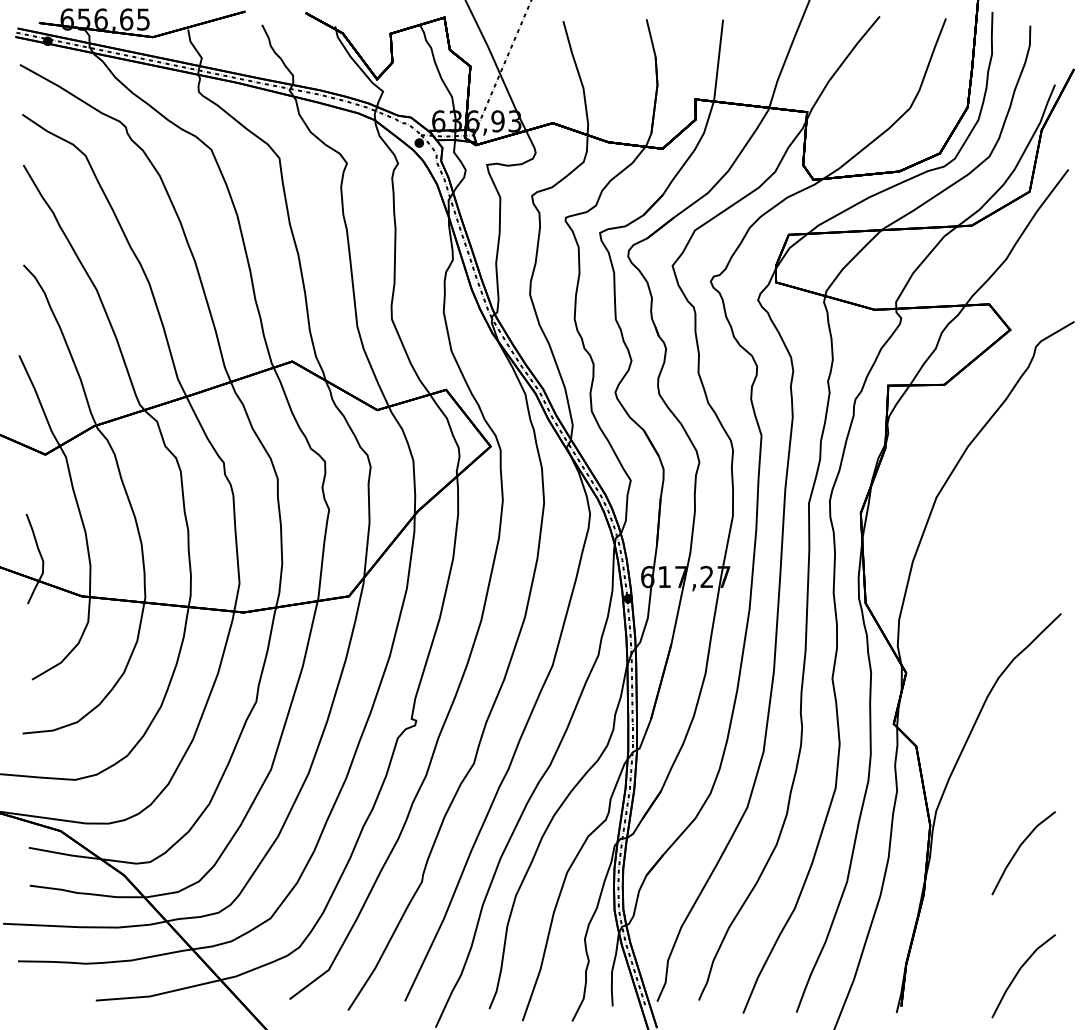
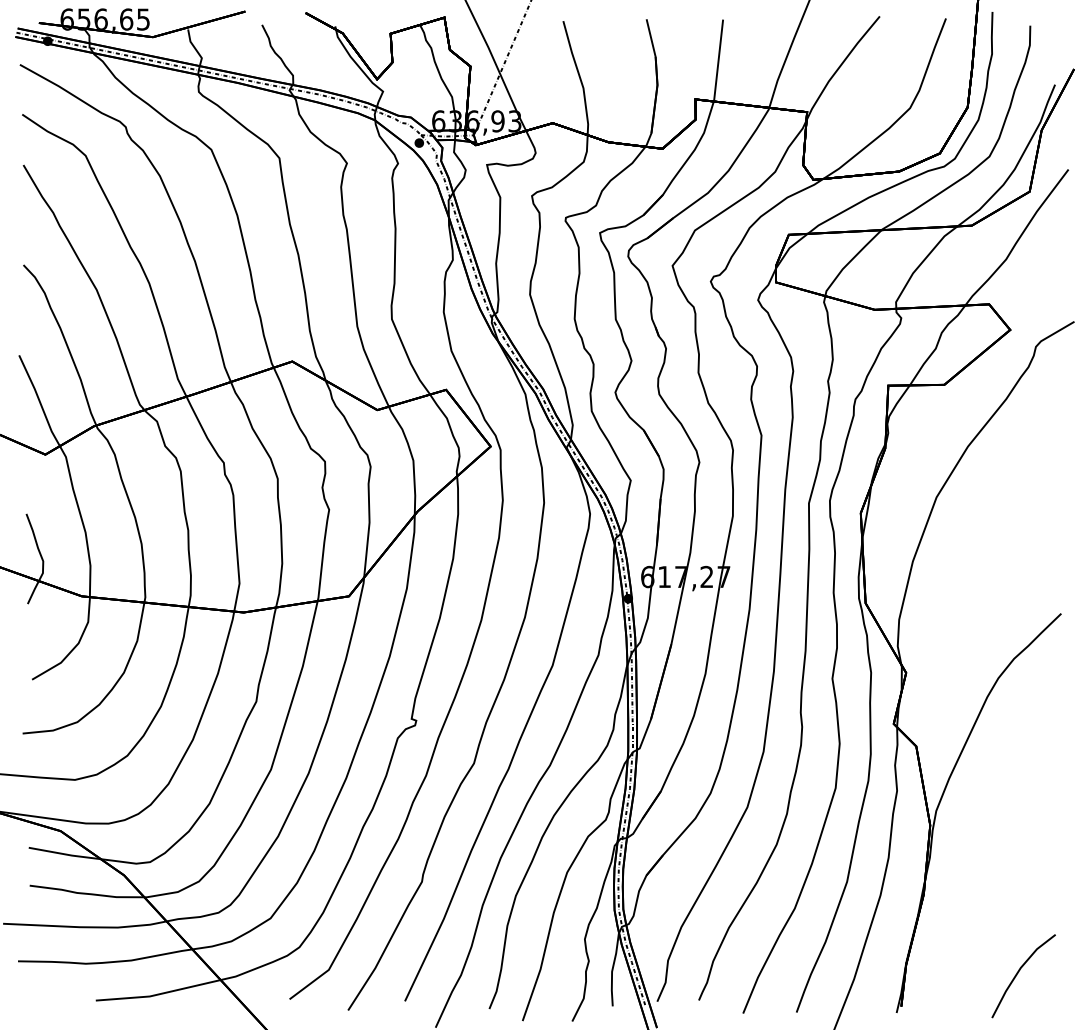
line at (1018, 850): present -> none
